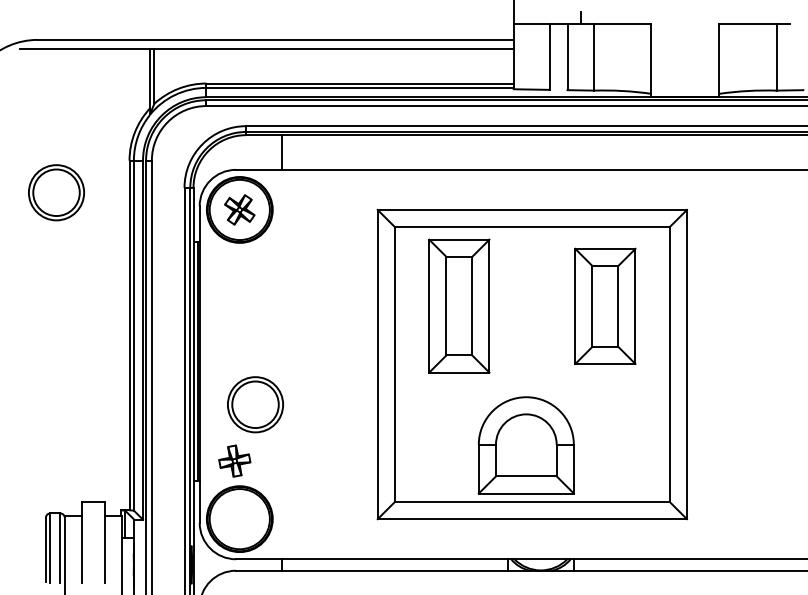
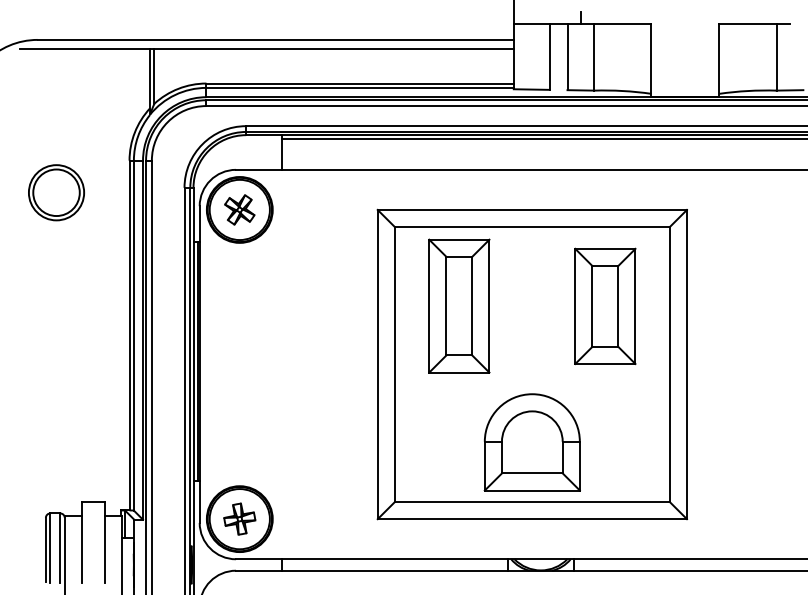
line at (542, 138): none -> present
part at (255, 404): present -> none
part at (525, 445) position: (525, 445) -> (531, 442)
part at (234, 460) position: (234, 460) -> (239, 518)
